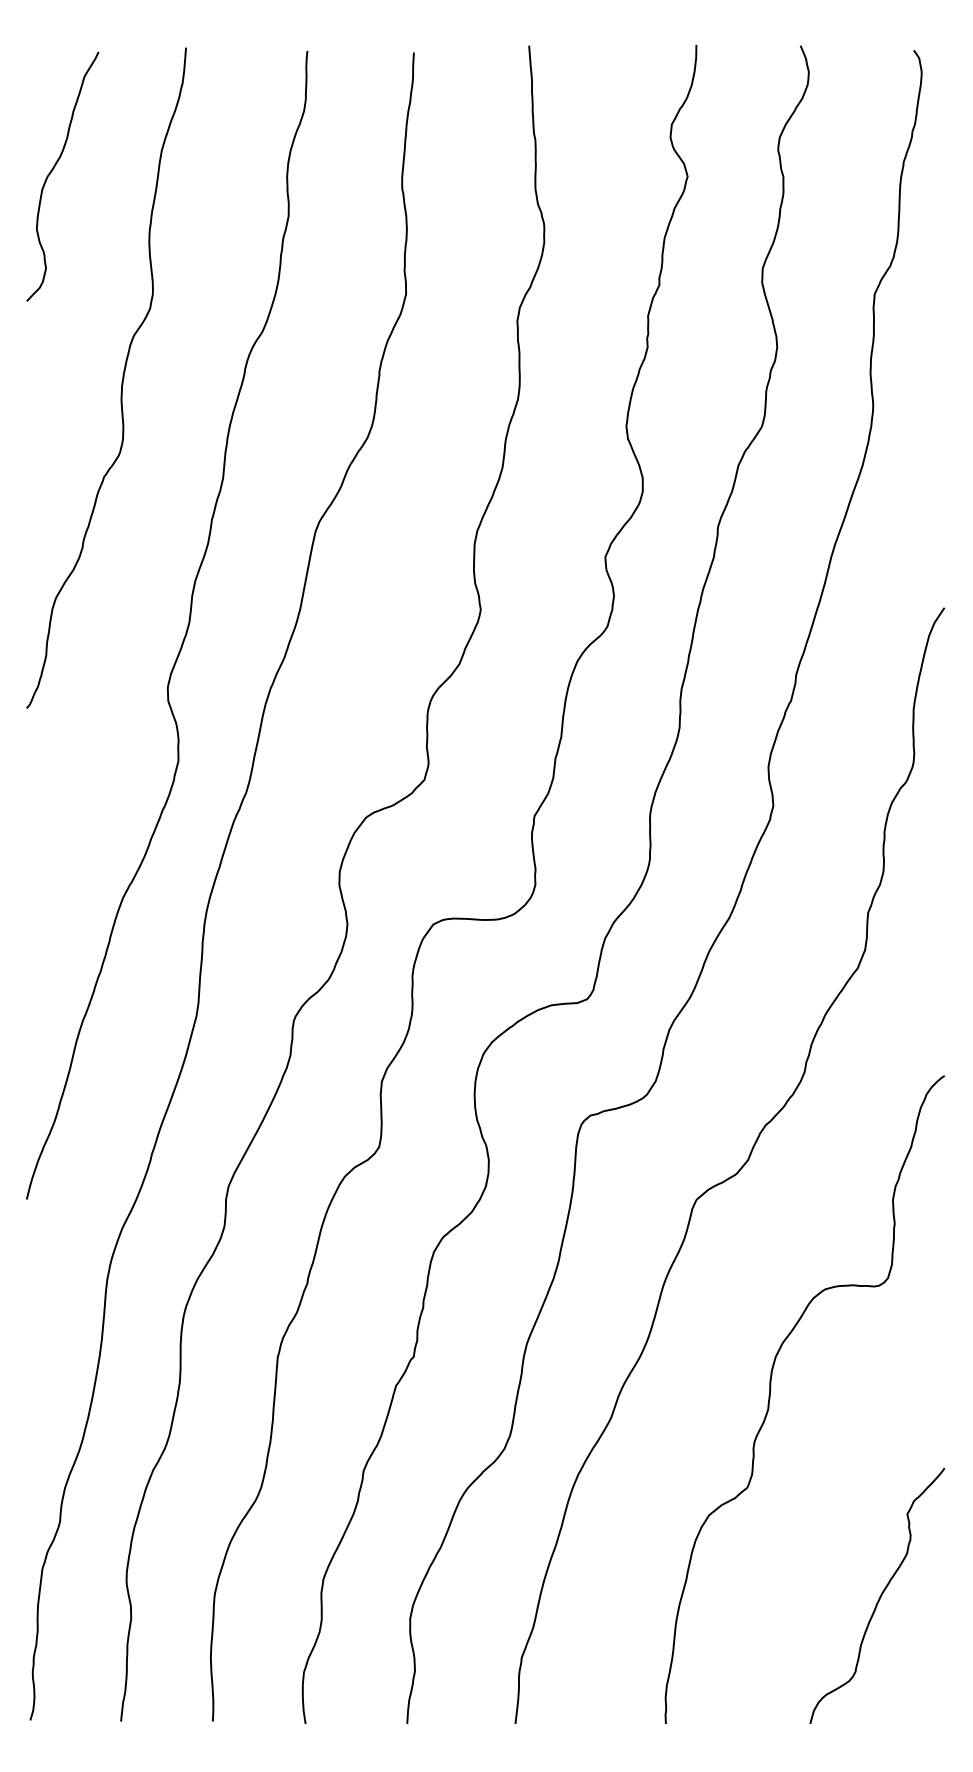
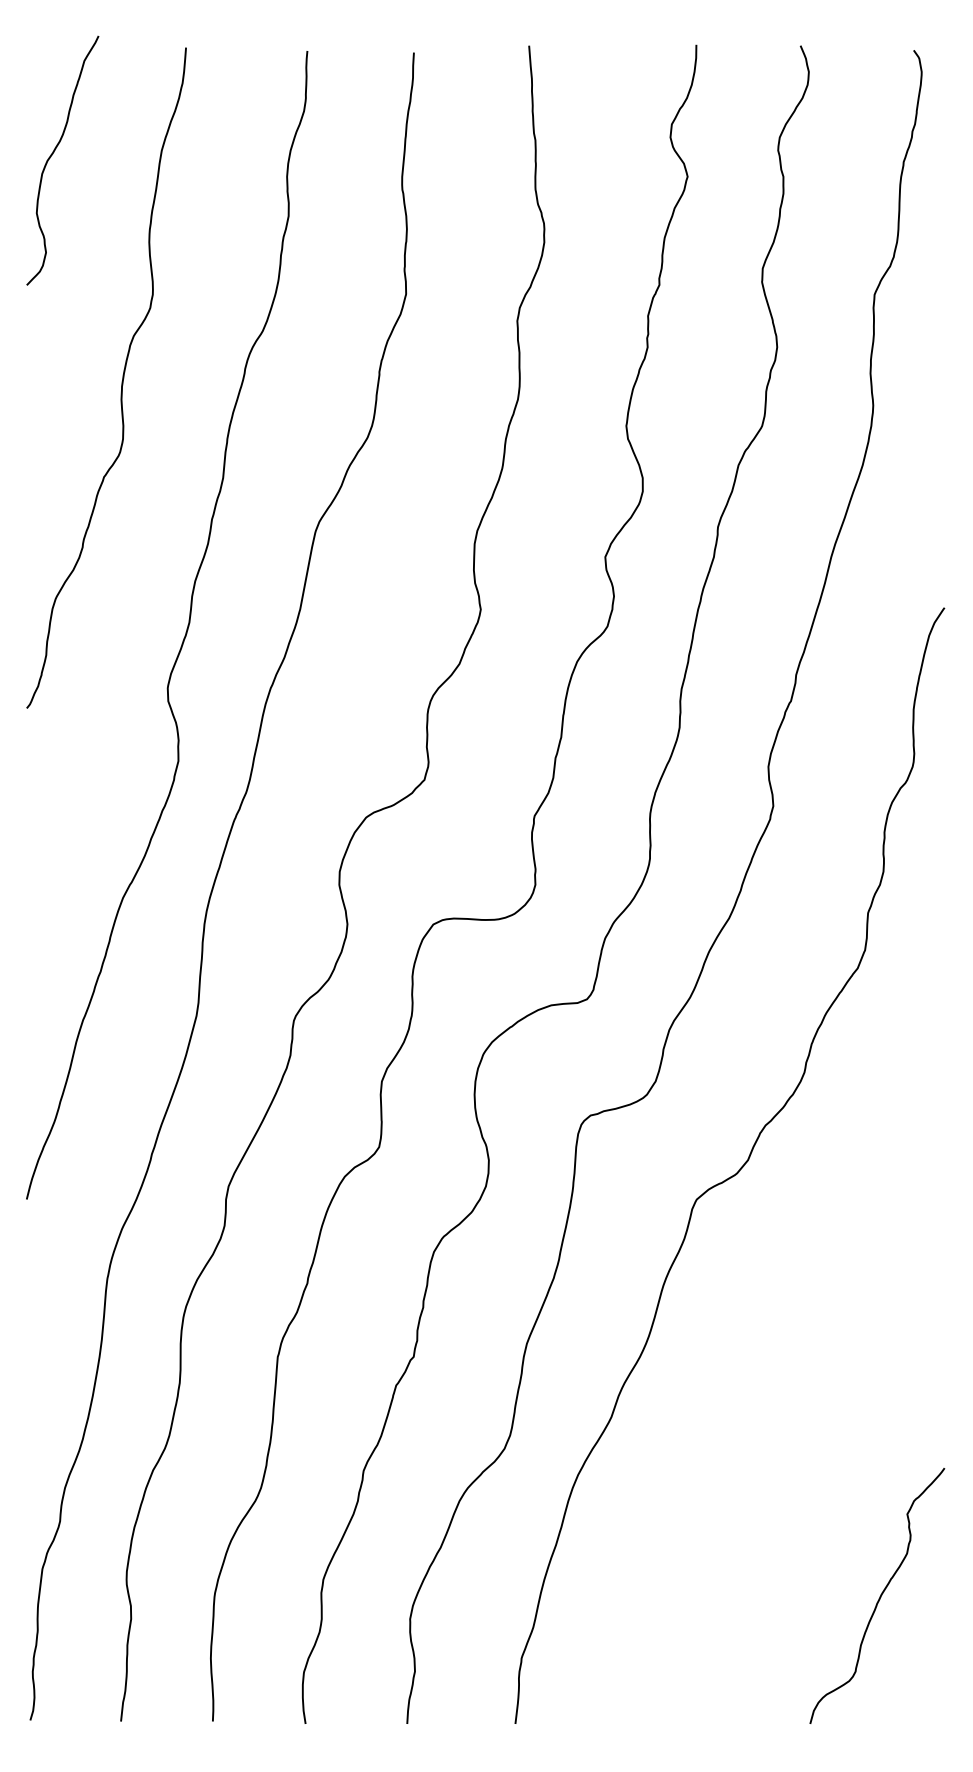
curve at (53, 170) position: (53, 170) -> (53, 154)
curve at (770, 1399): present -> none
